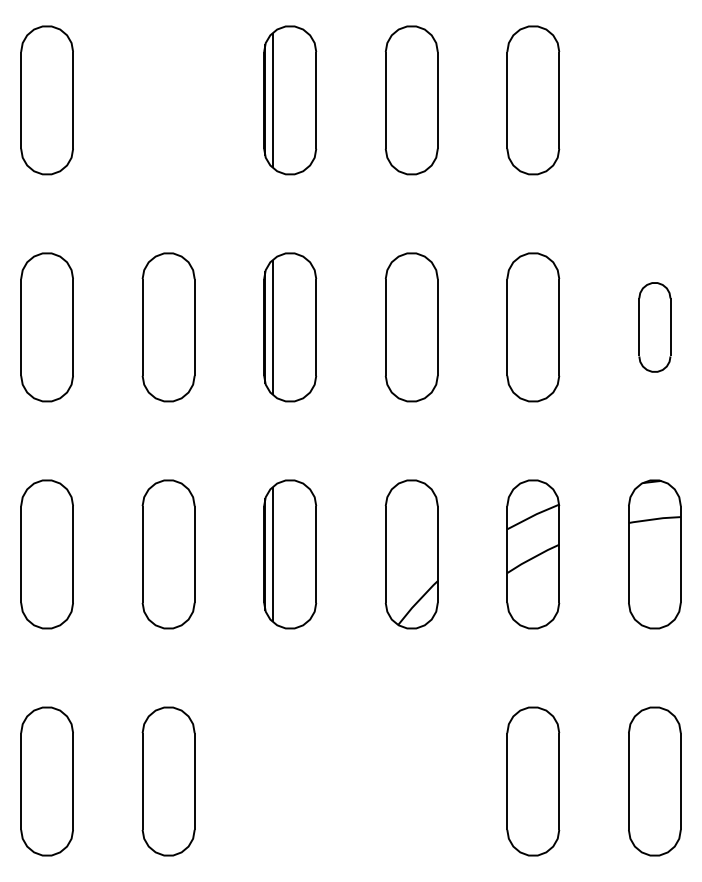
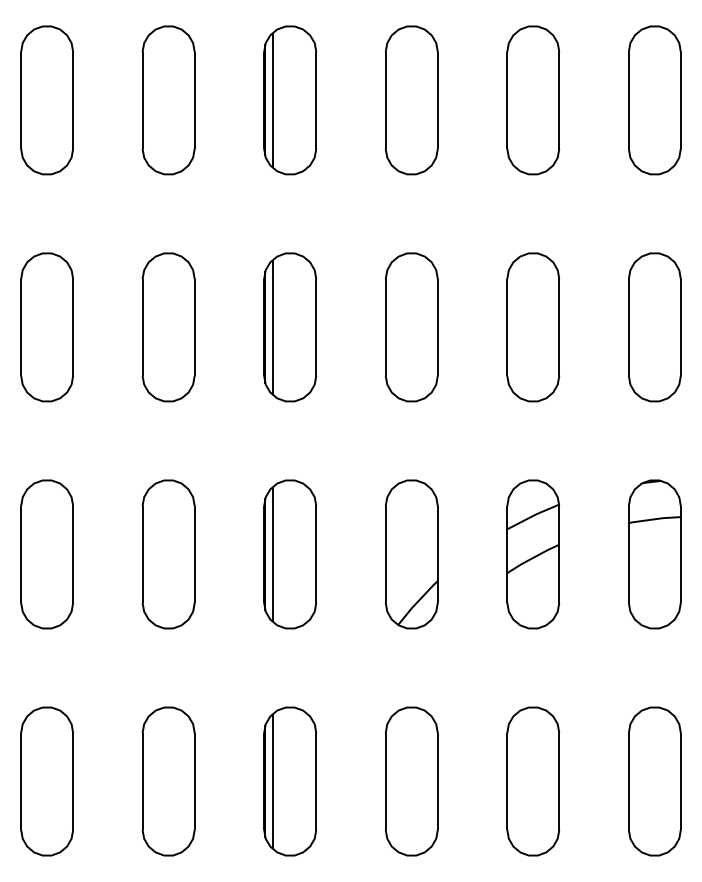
part at (168, 100): none -> present
part at (654, 100): none -> present
part at (654, 327) size: 34x91 px -> 54x151 px
part at (290, 781): none -> present
part at (411, 781): none -> present
